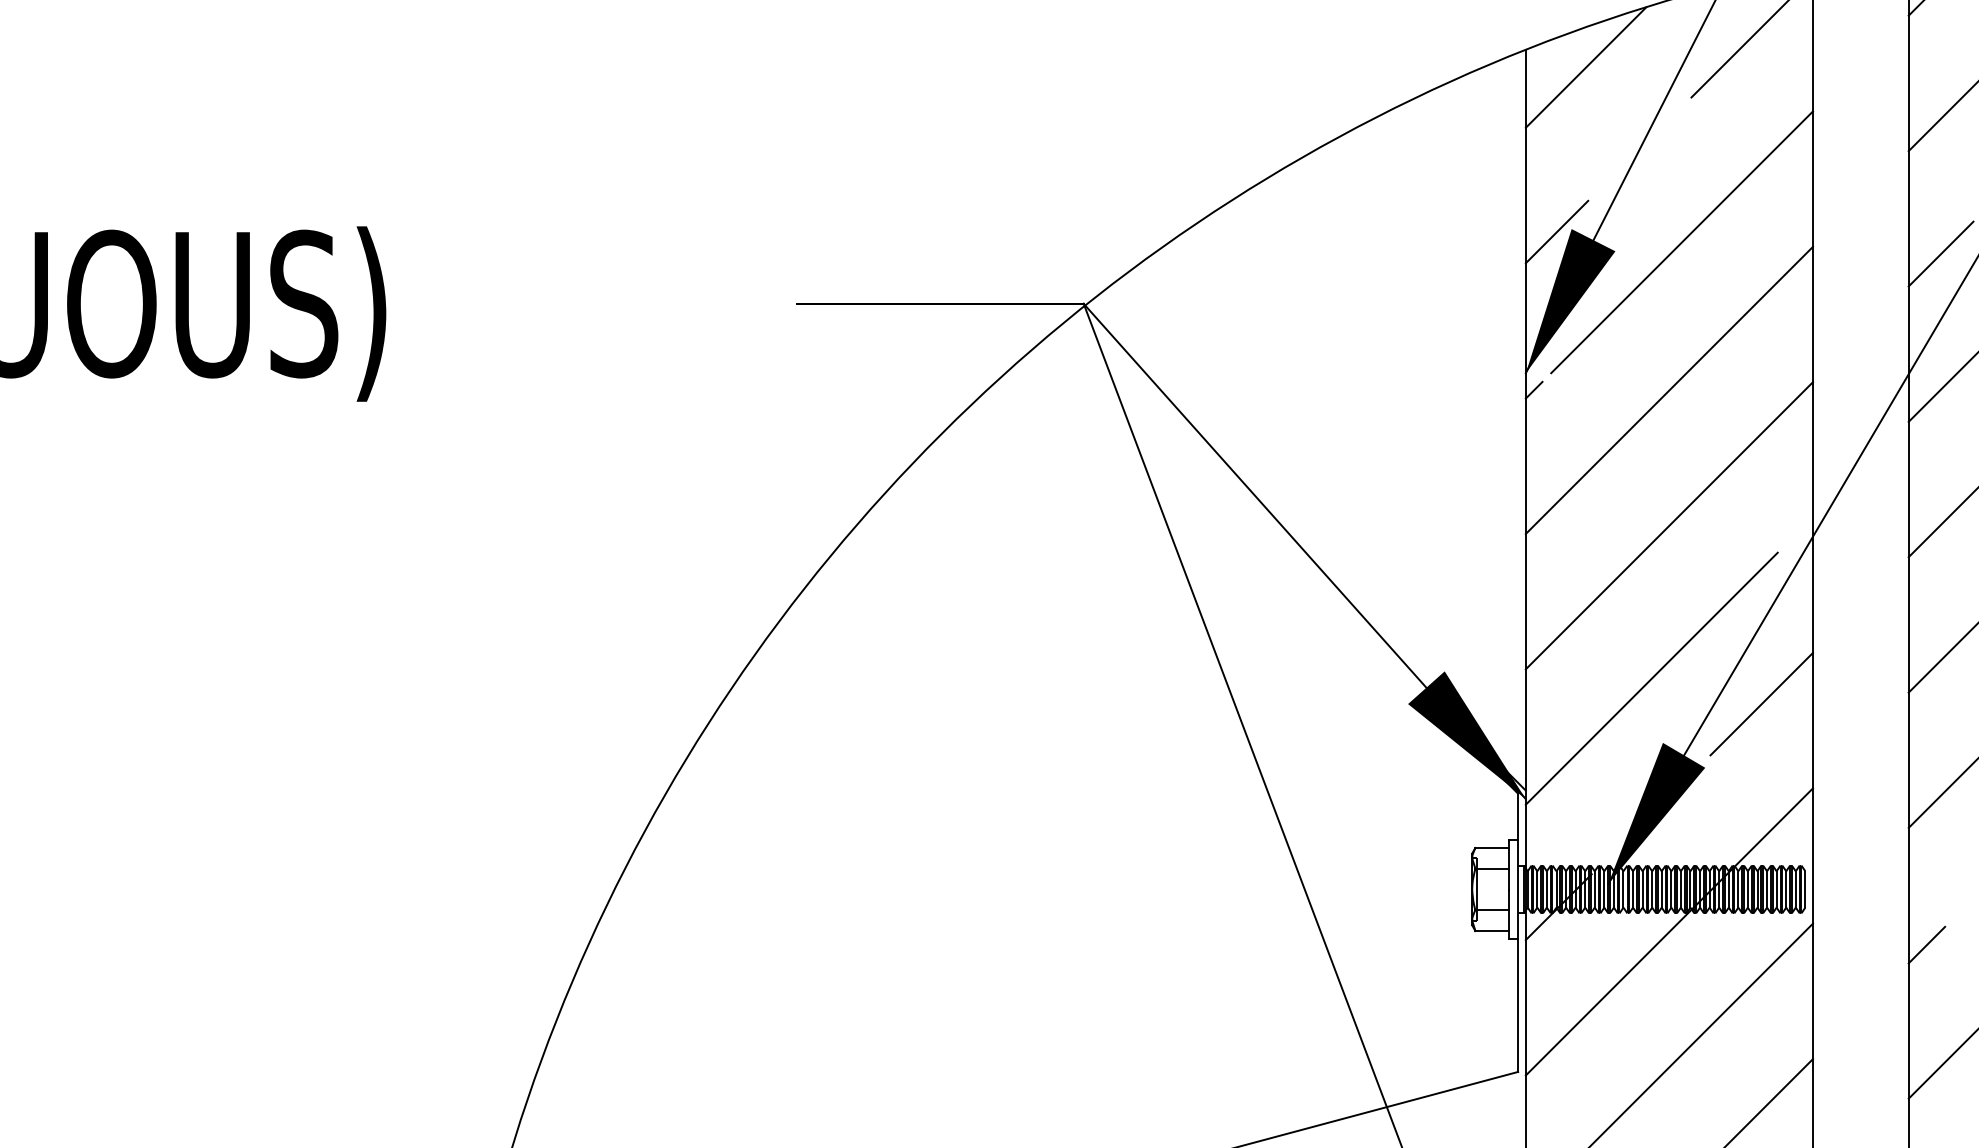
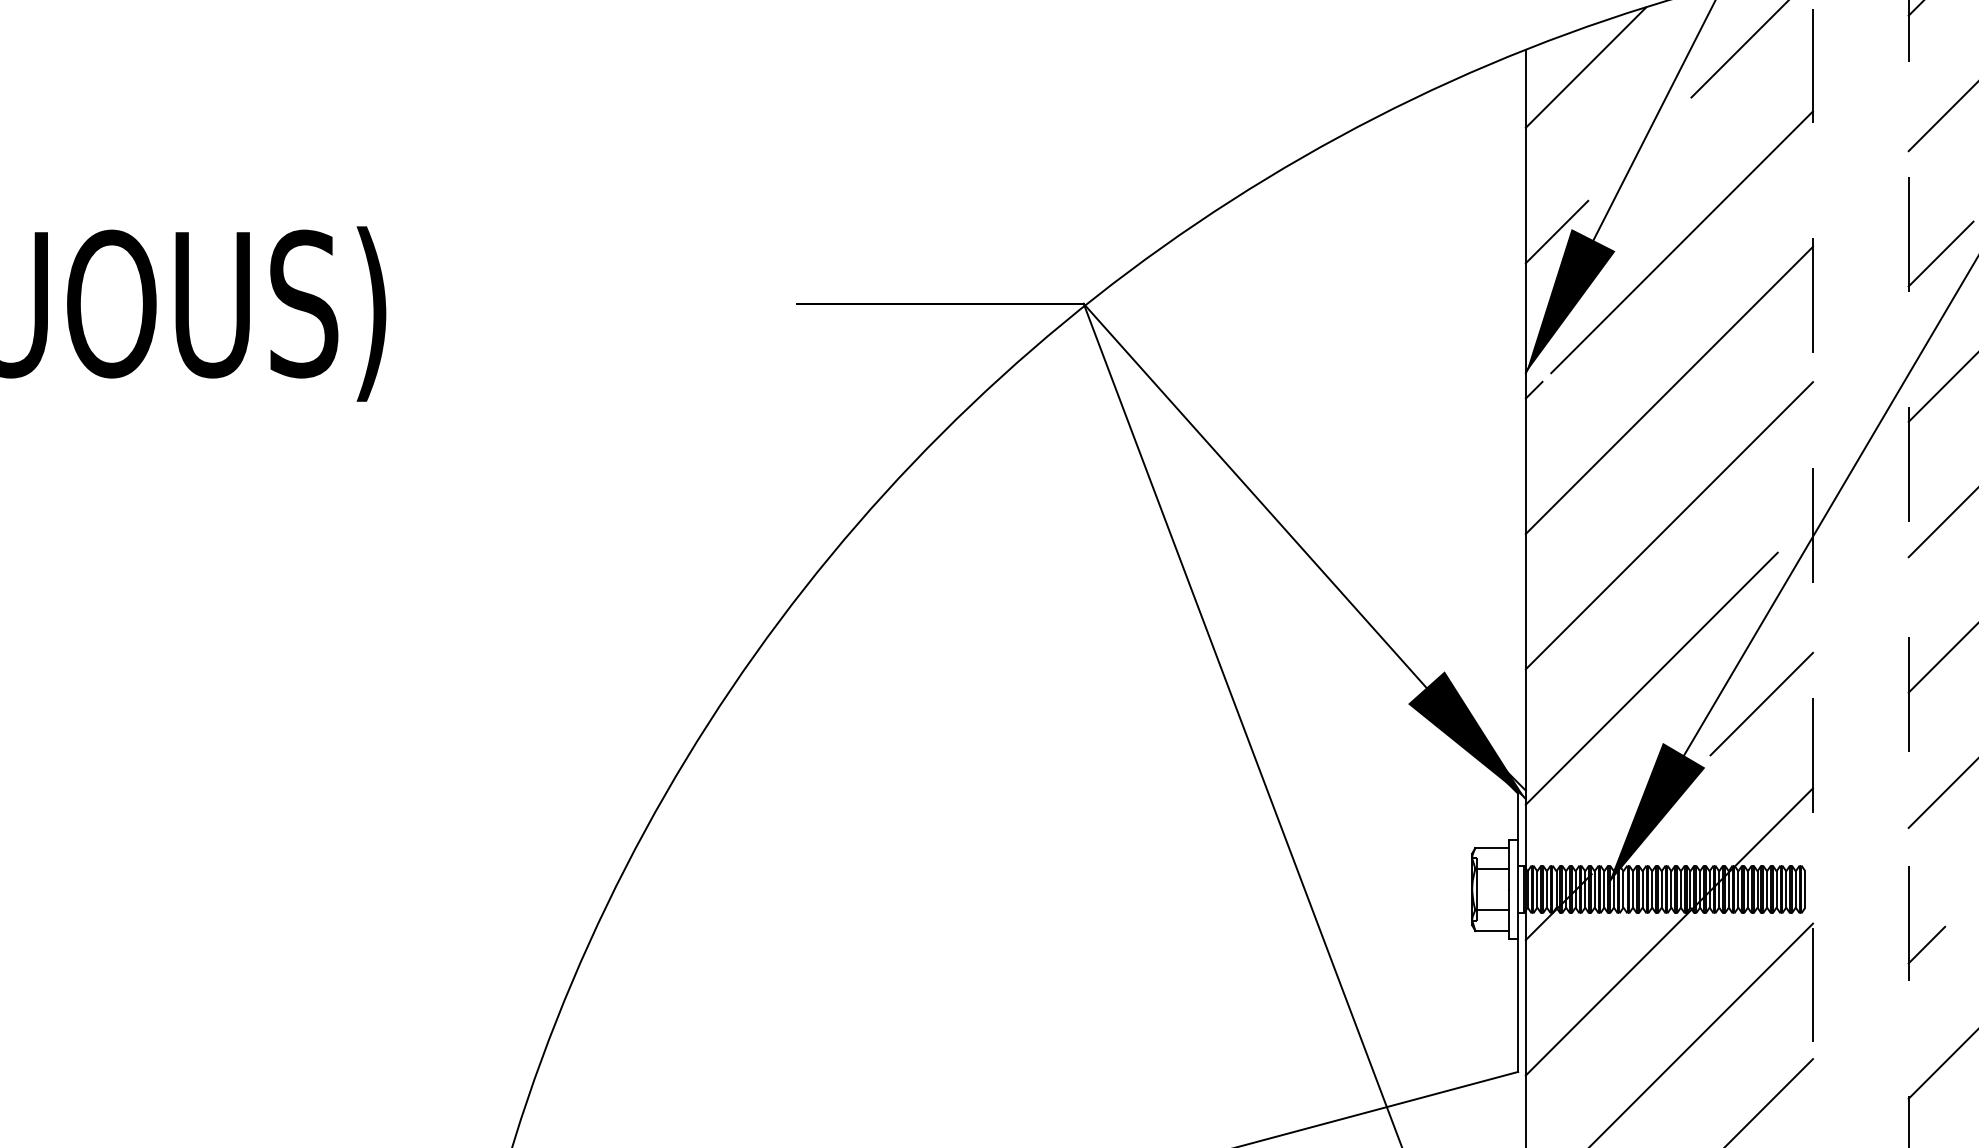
line at (1813, 573): solid -> dashed
line at (1908, 574): solid -> dashed
